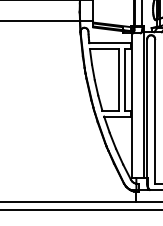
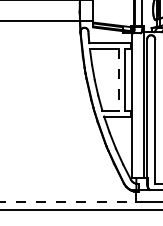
line at (119, 79): solid -> dashed
line at (68, 201): solid -> dashed
